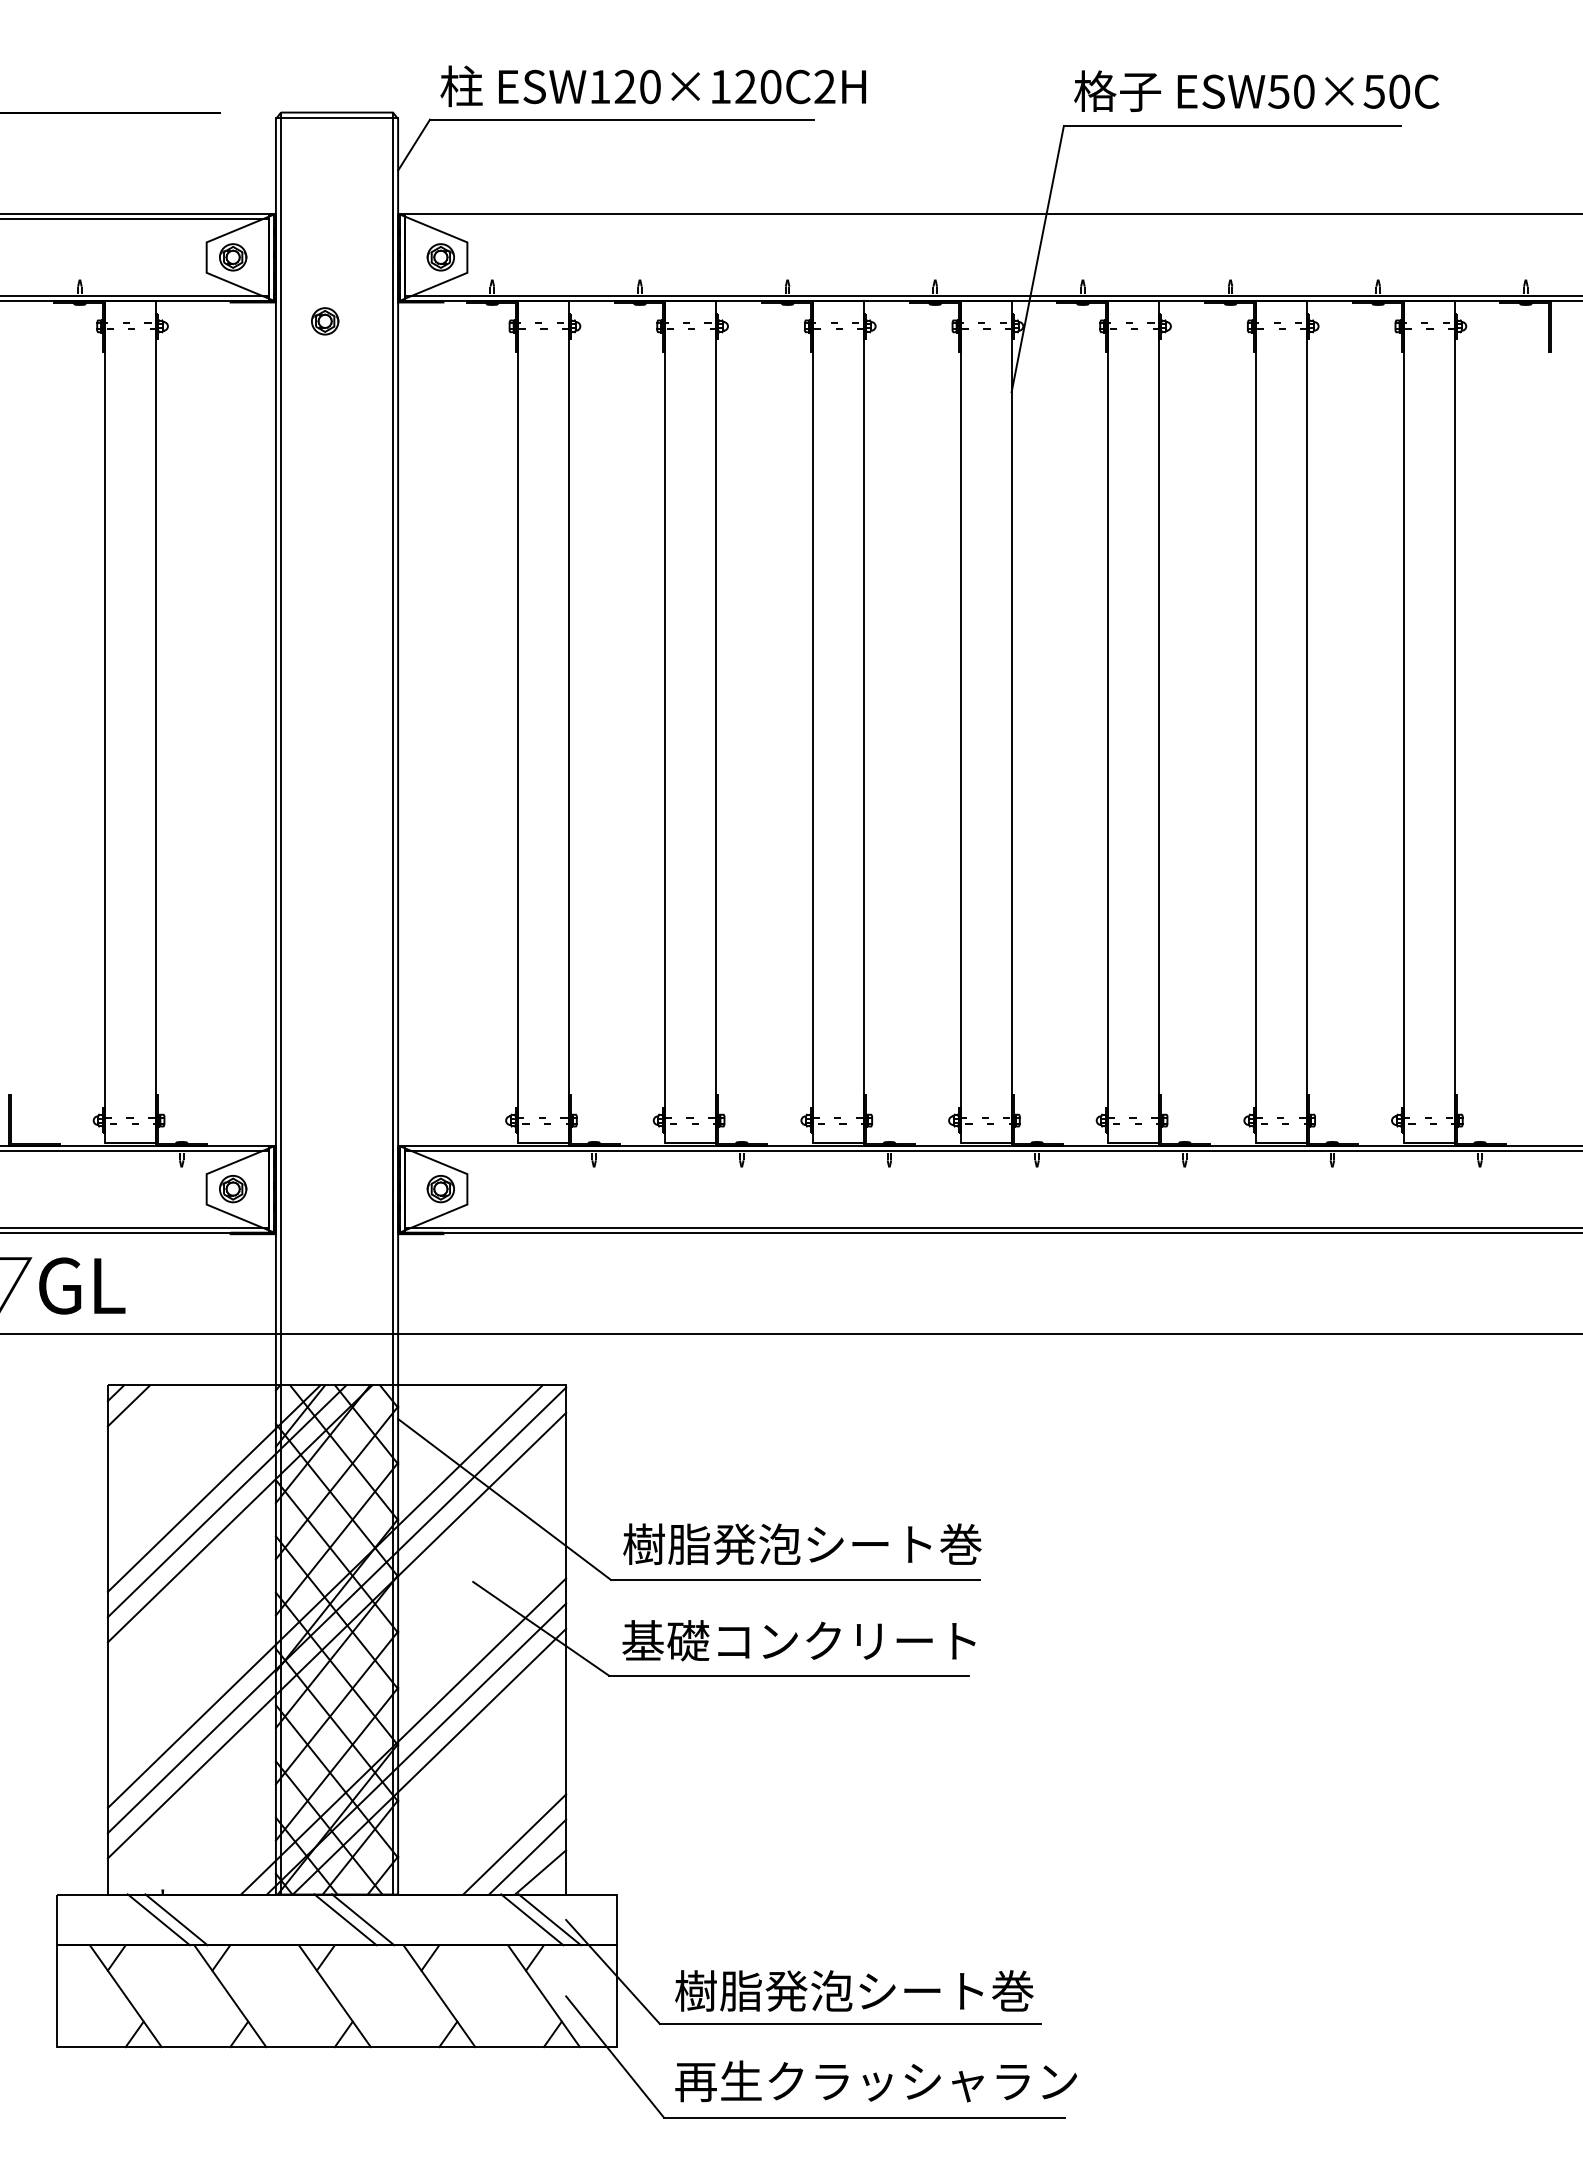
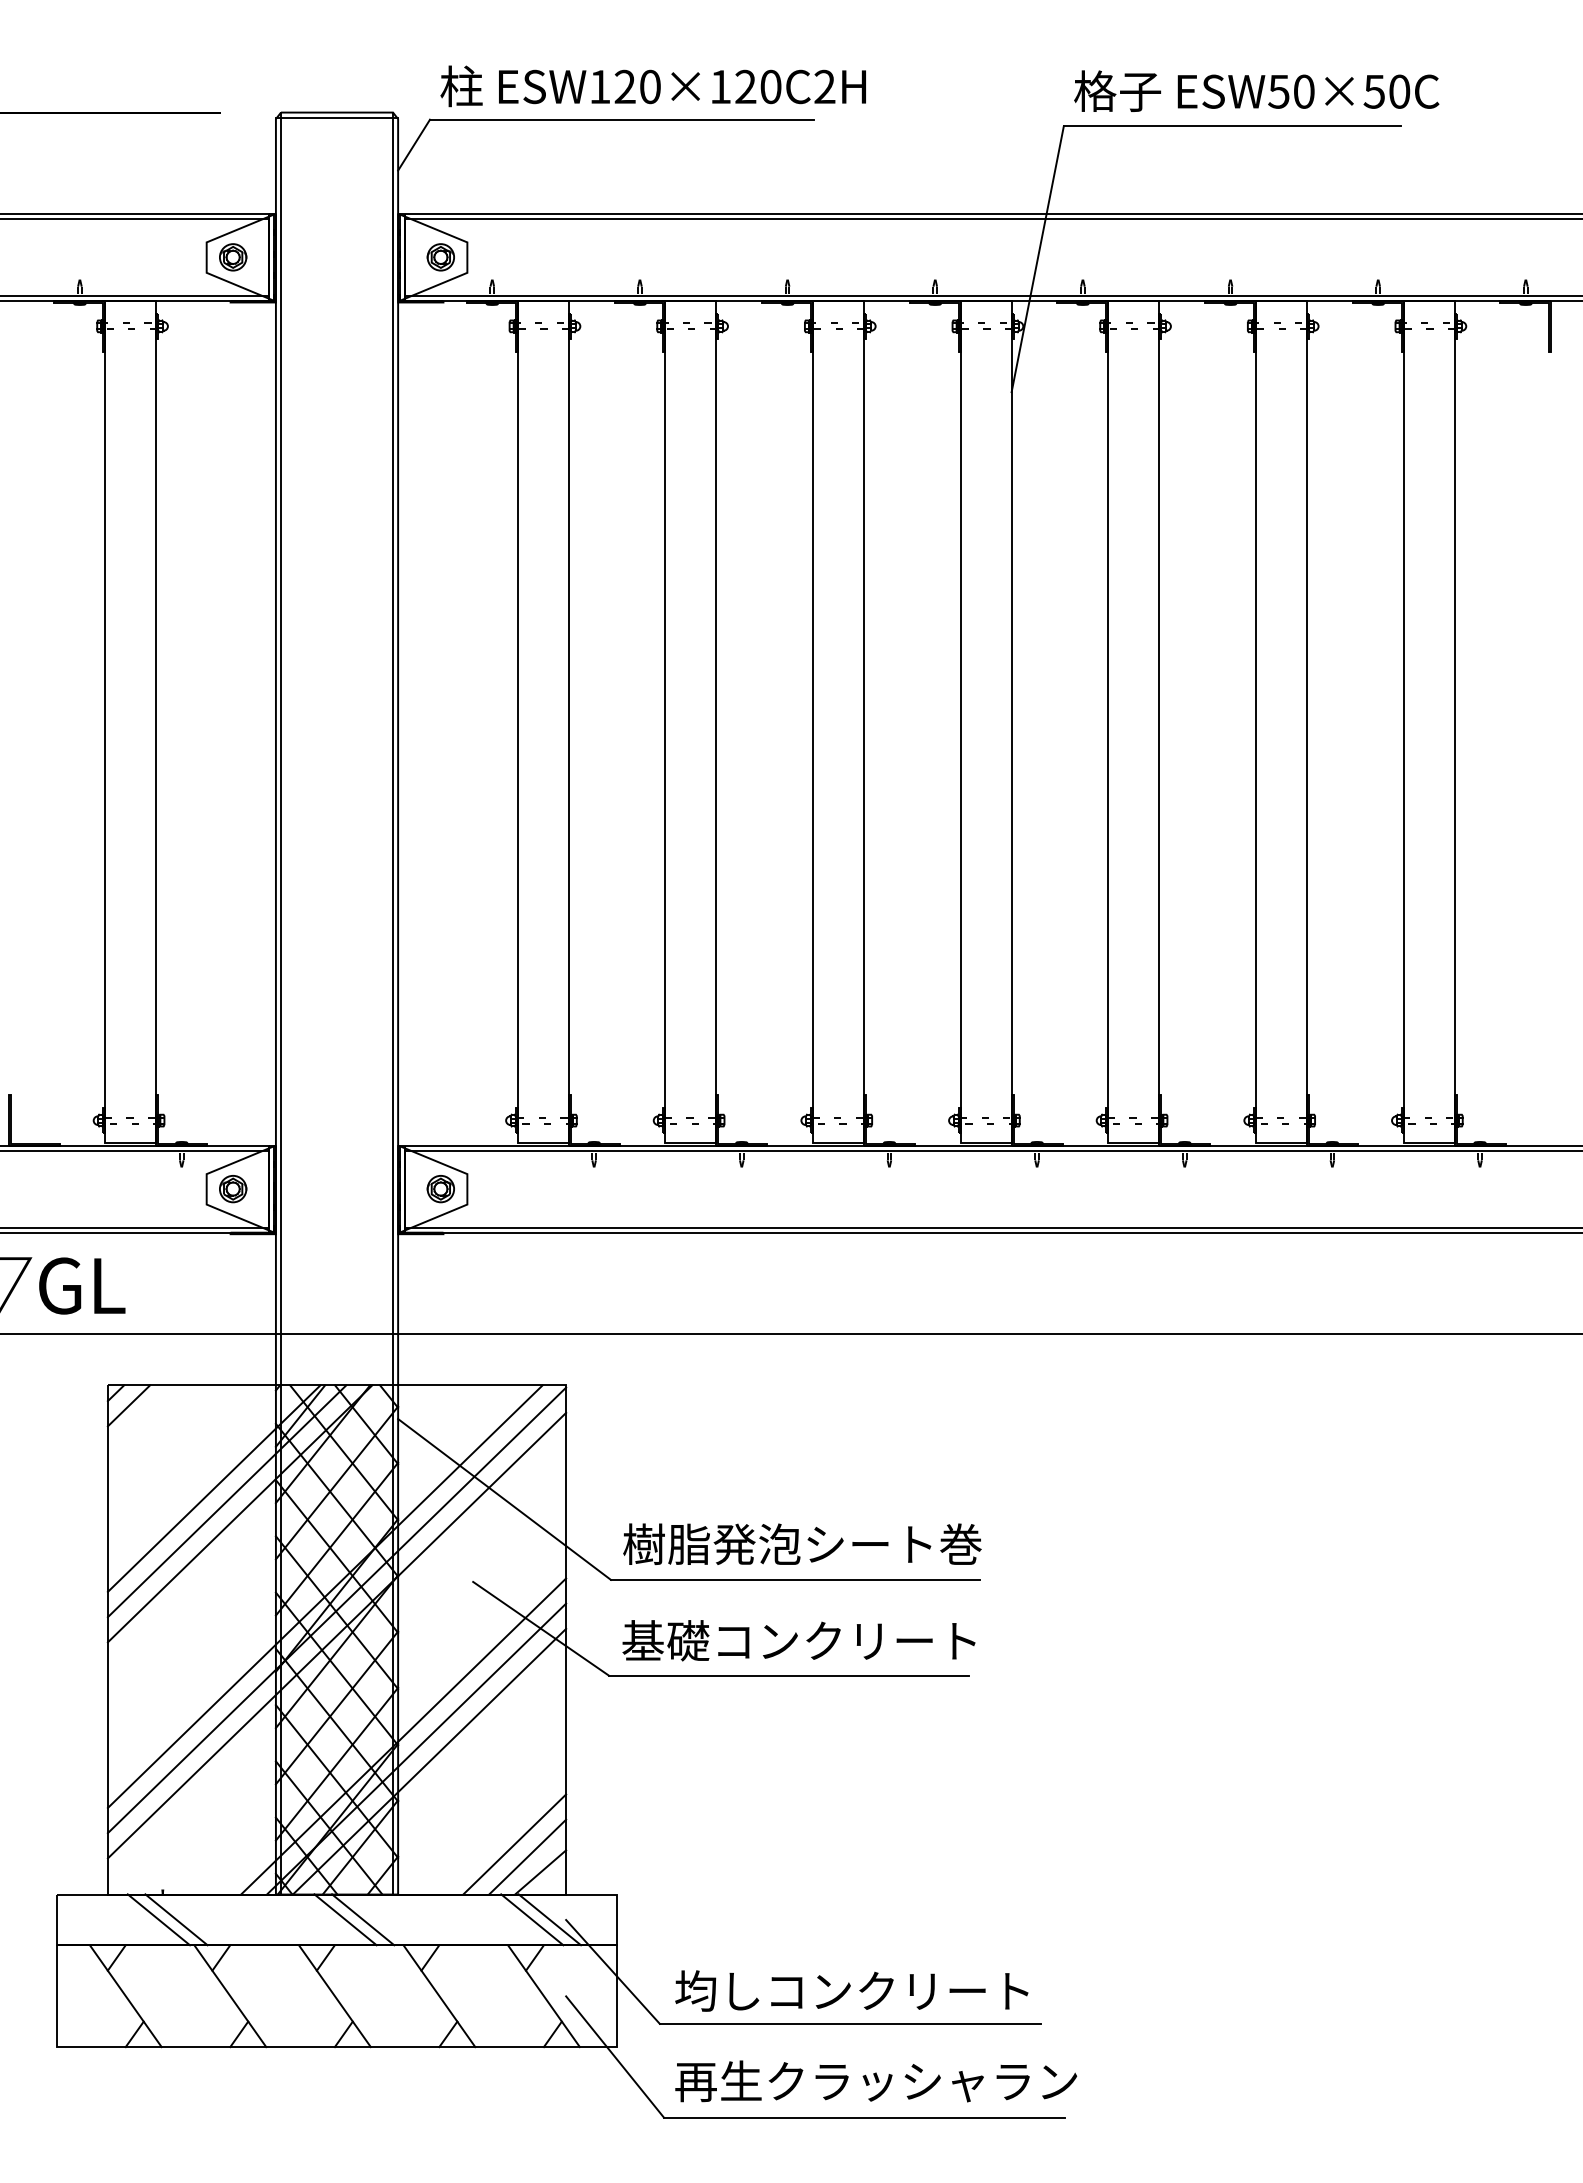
line at (991, 219): none -> present
part at (325, 321): present -> none
text at (854, 1990): 樹脂発泡シート巻 -> 均しコンクリート
